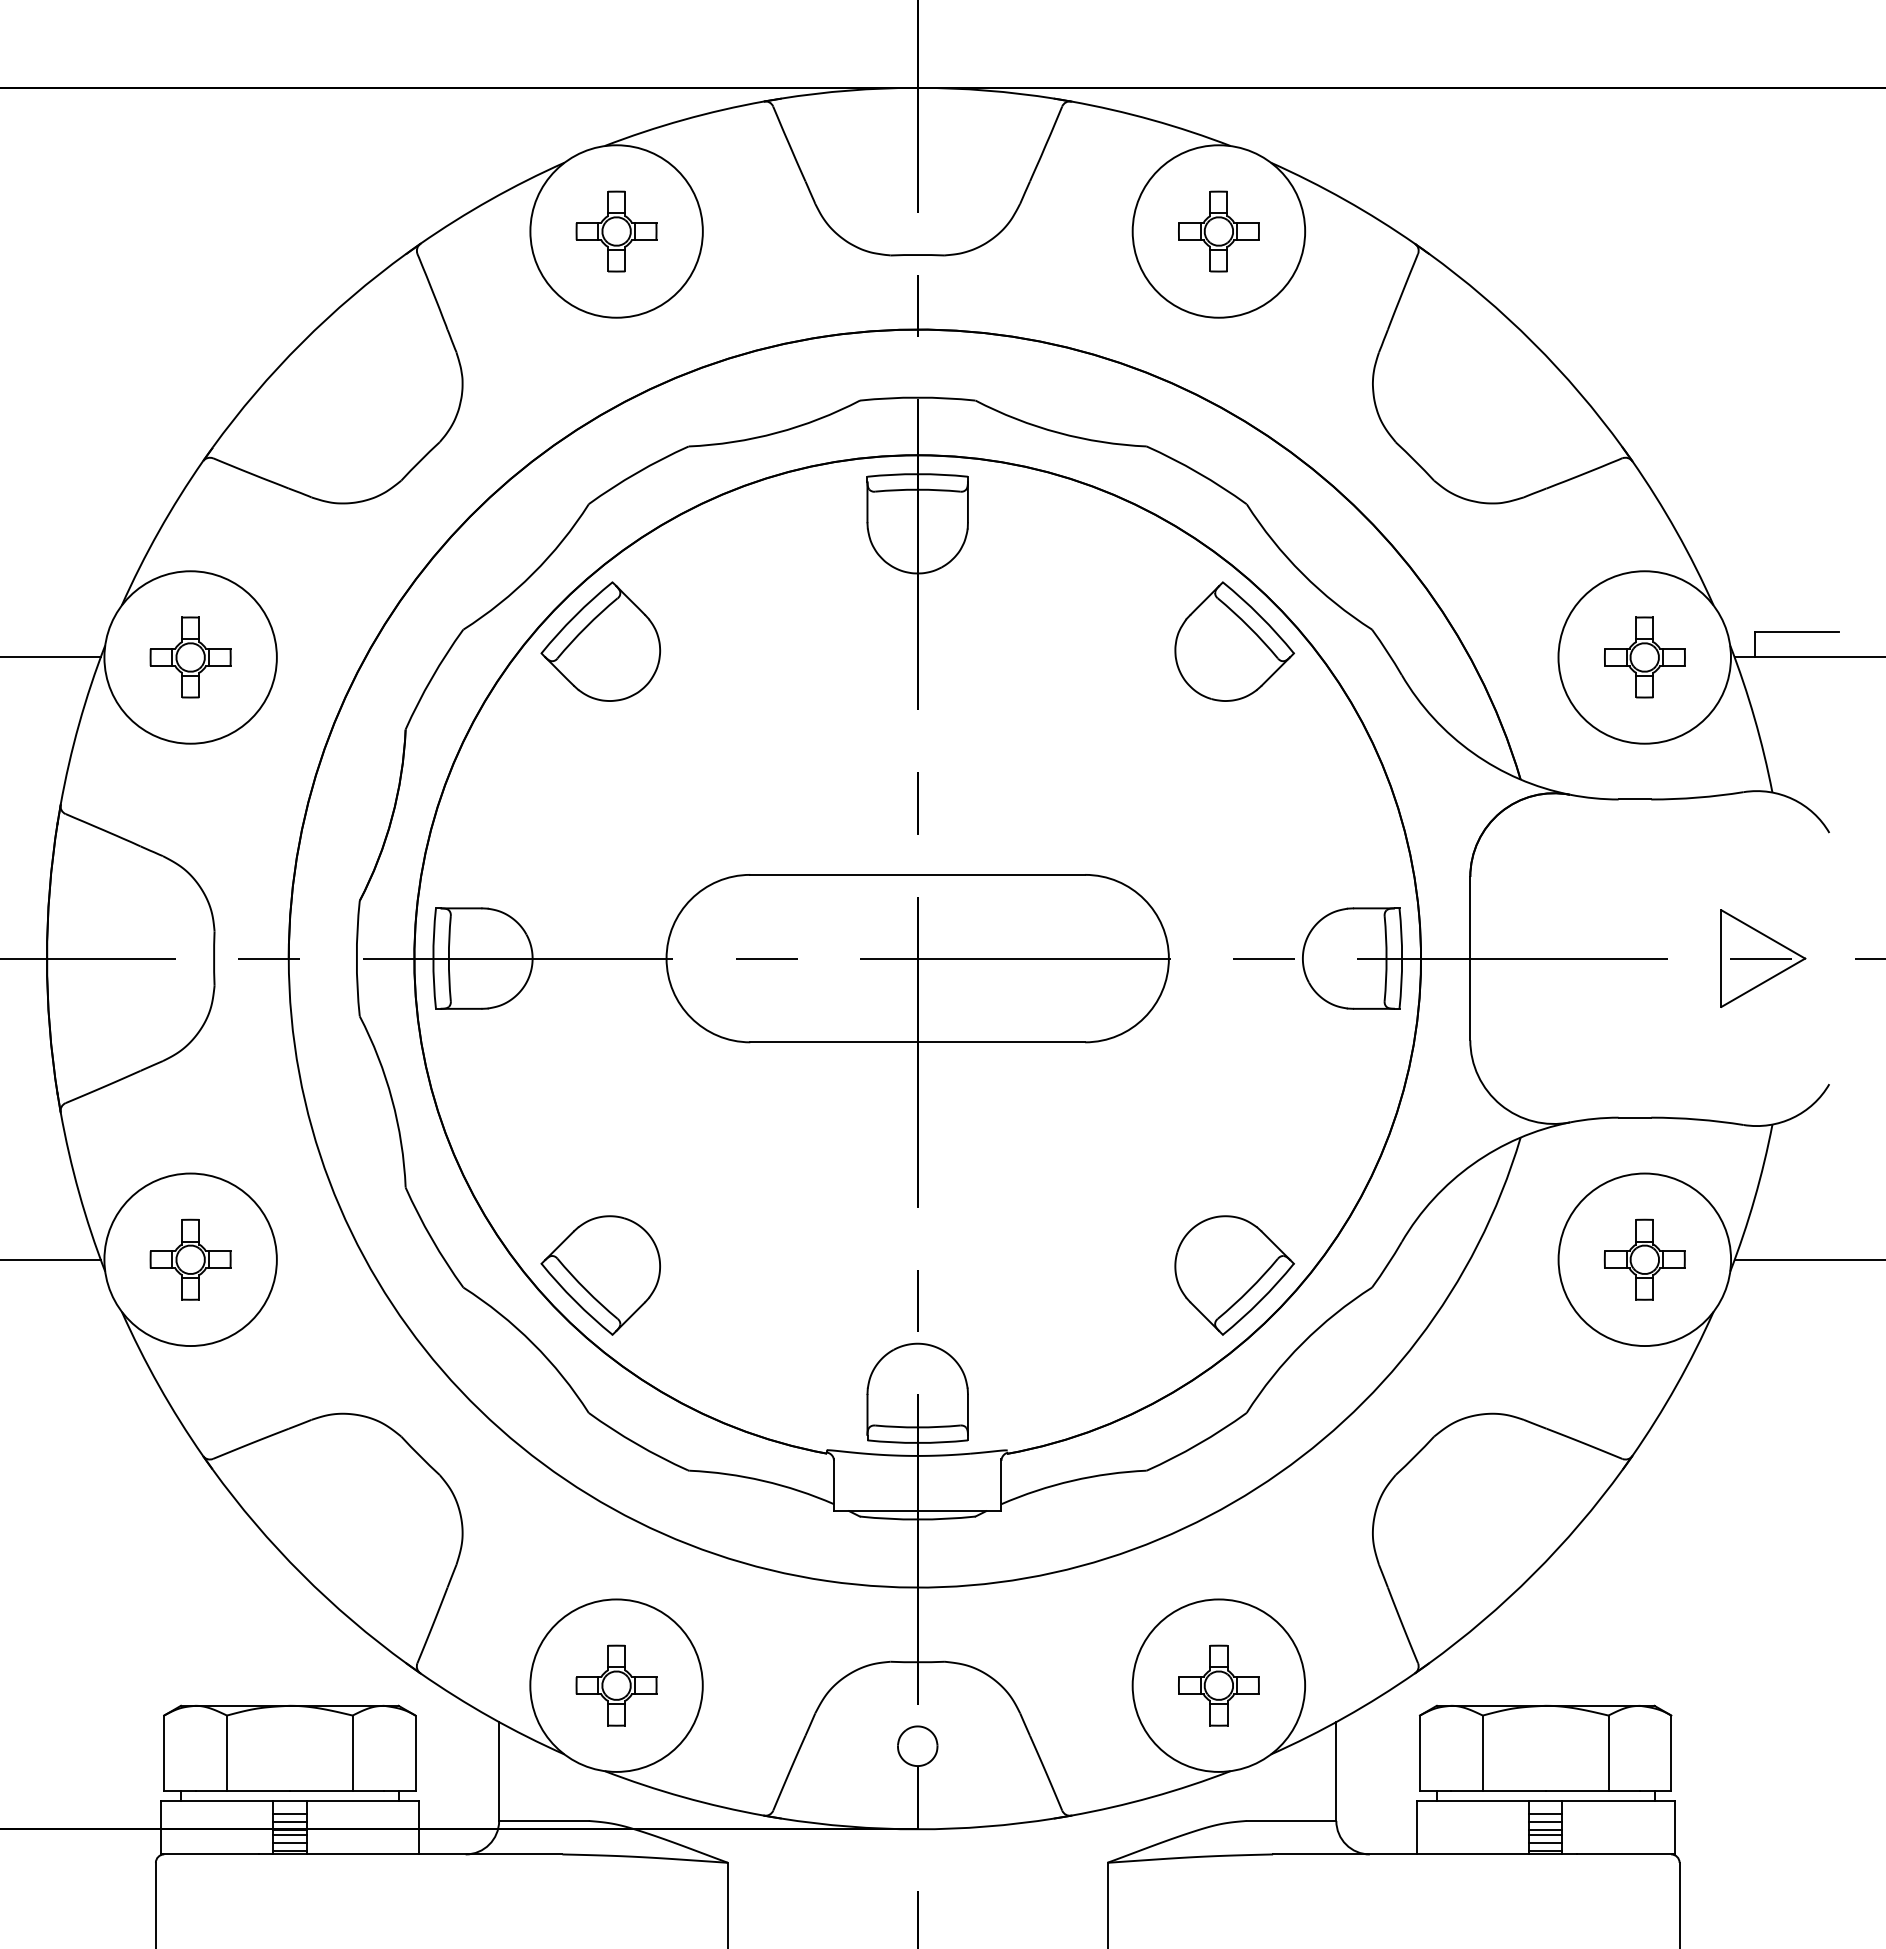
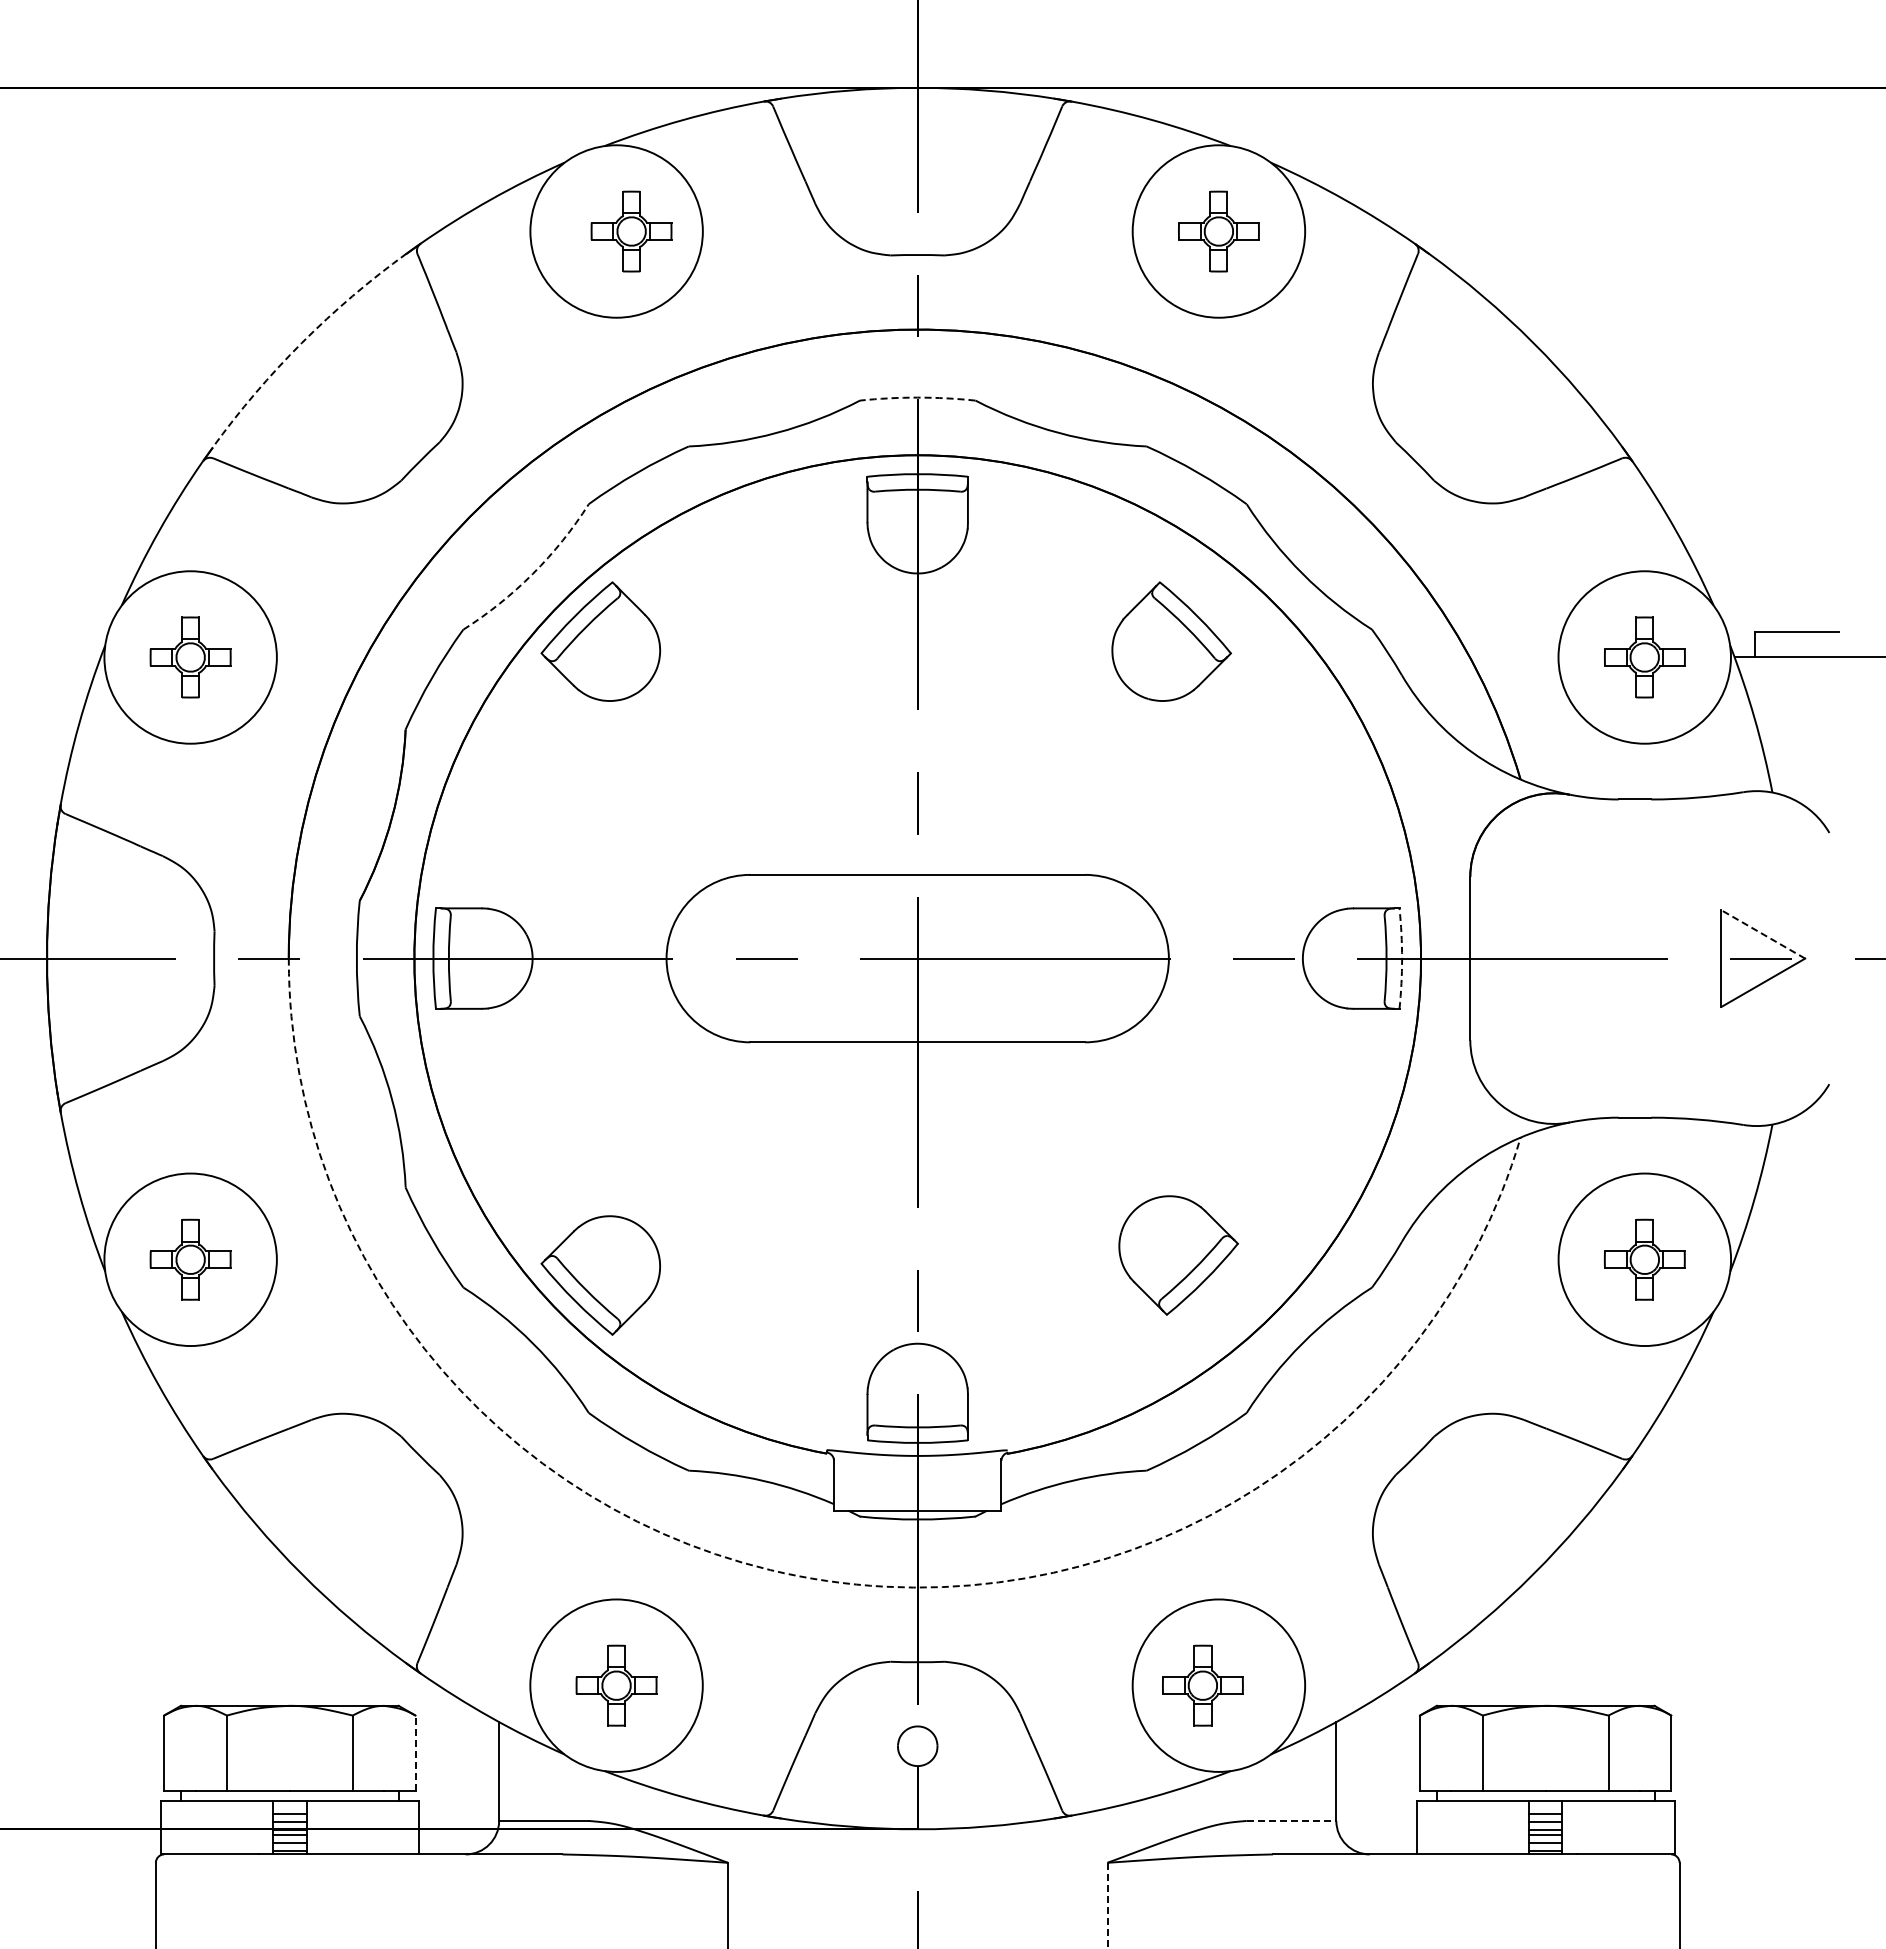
part at (616, 231) position: (616, 231) -> (631, 231)
arc at (302, 342): solid -> dashed
arc at (917, 397): solid -> dashed
arc at (532, 573): solid -> dashed
part at (1234, 641) position: (1234, 641) -> (1171, 641)
line at (51, 657): present -> none
line at (1762, 934): solid -> dashed
arc at (1402, 958): solid -> dashed
line at (51, 1260): present -> none
line at (1808, 1260): present -> none
part at (1234, 1275) position: (1234, 1275) -> (1178, 1255)
arc at (827, 1581): solid -> dashed
part at (1218, 1685) position: (1218, 1685) -> (1202, 1685)
line at (415, 1753): solid -> dashed
line at (1291, 1820): solid -> dashed
line at (1107, 1905): solid -> dashed
